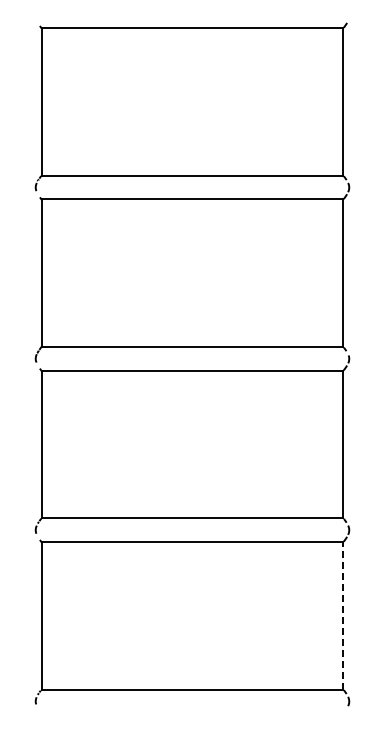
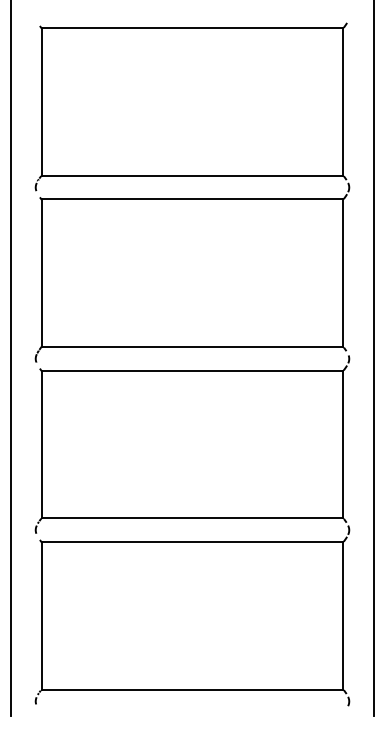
line at (11, 359): none -> present
line at (373, 359): none -> present
line at (343, 615): dashed -> solid
